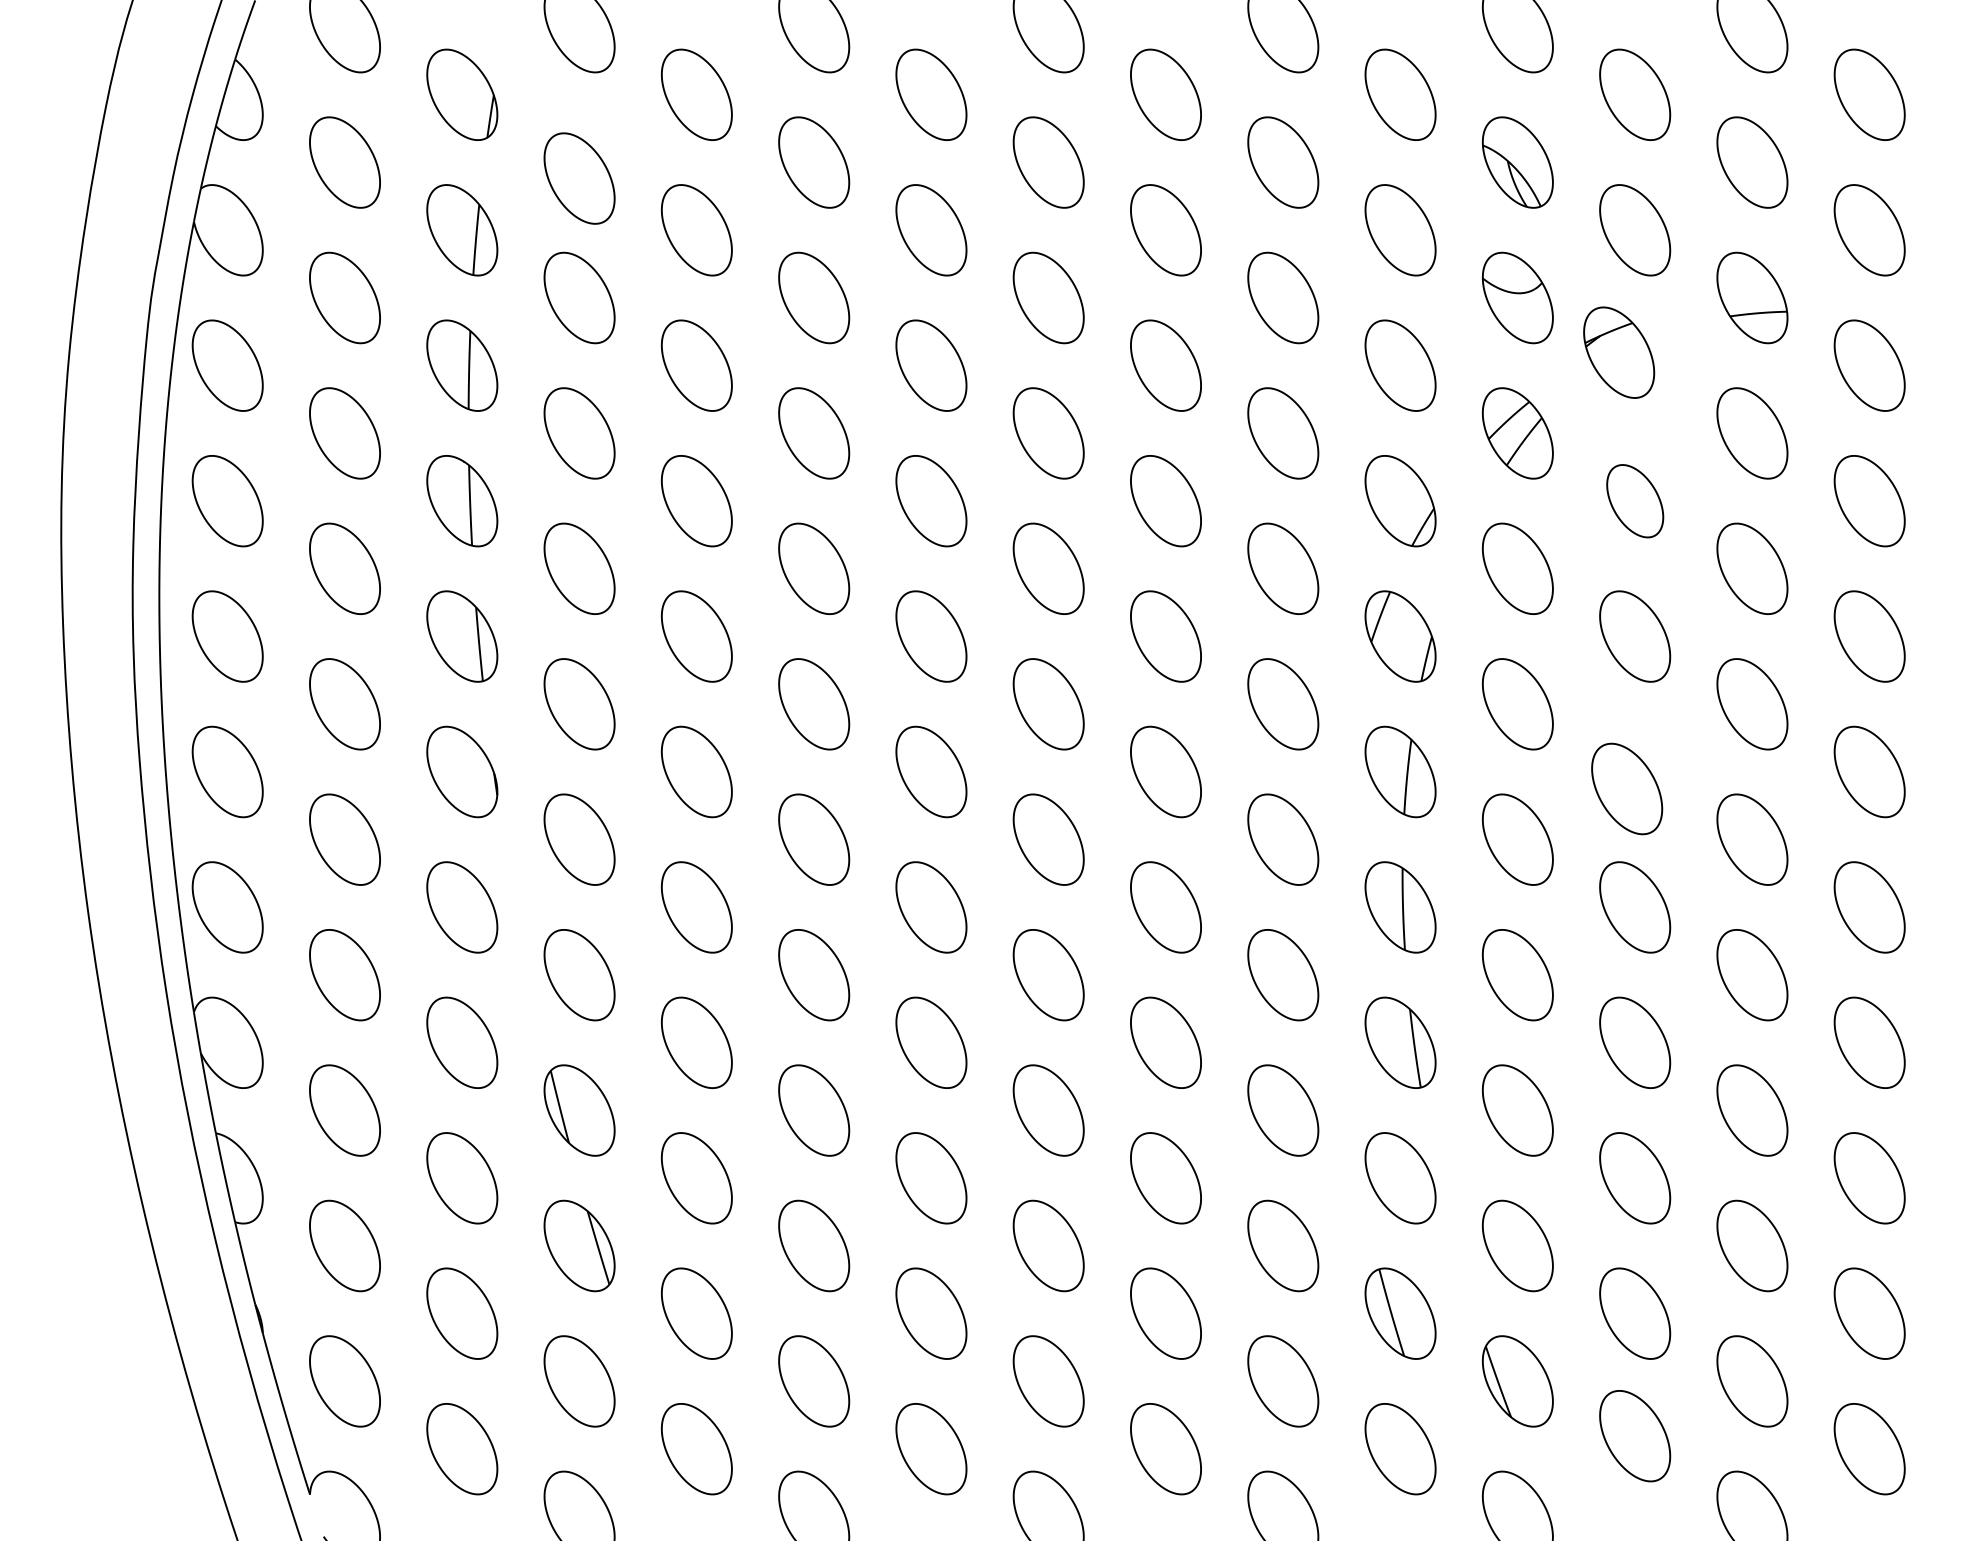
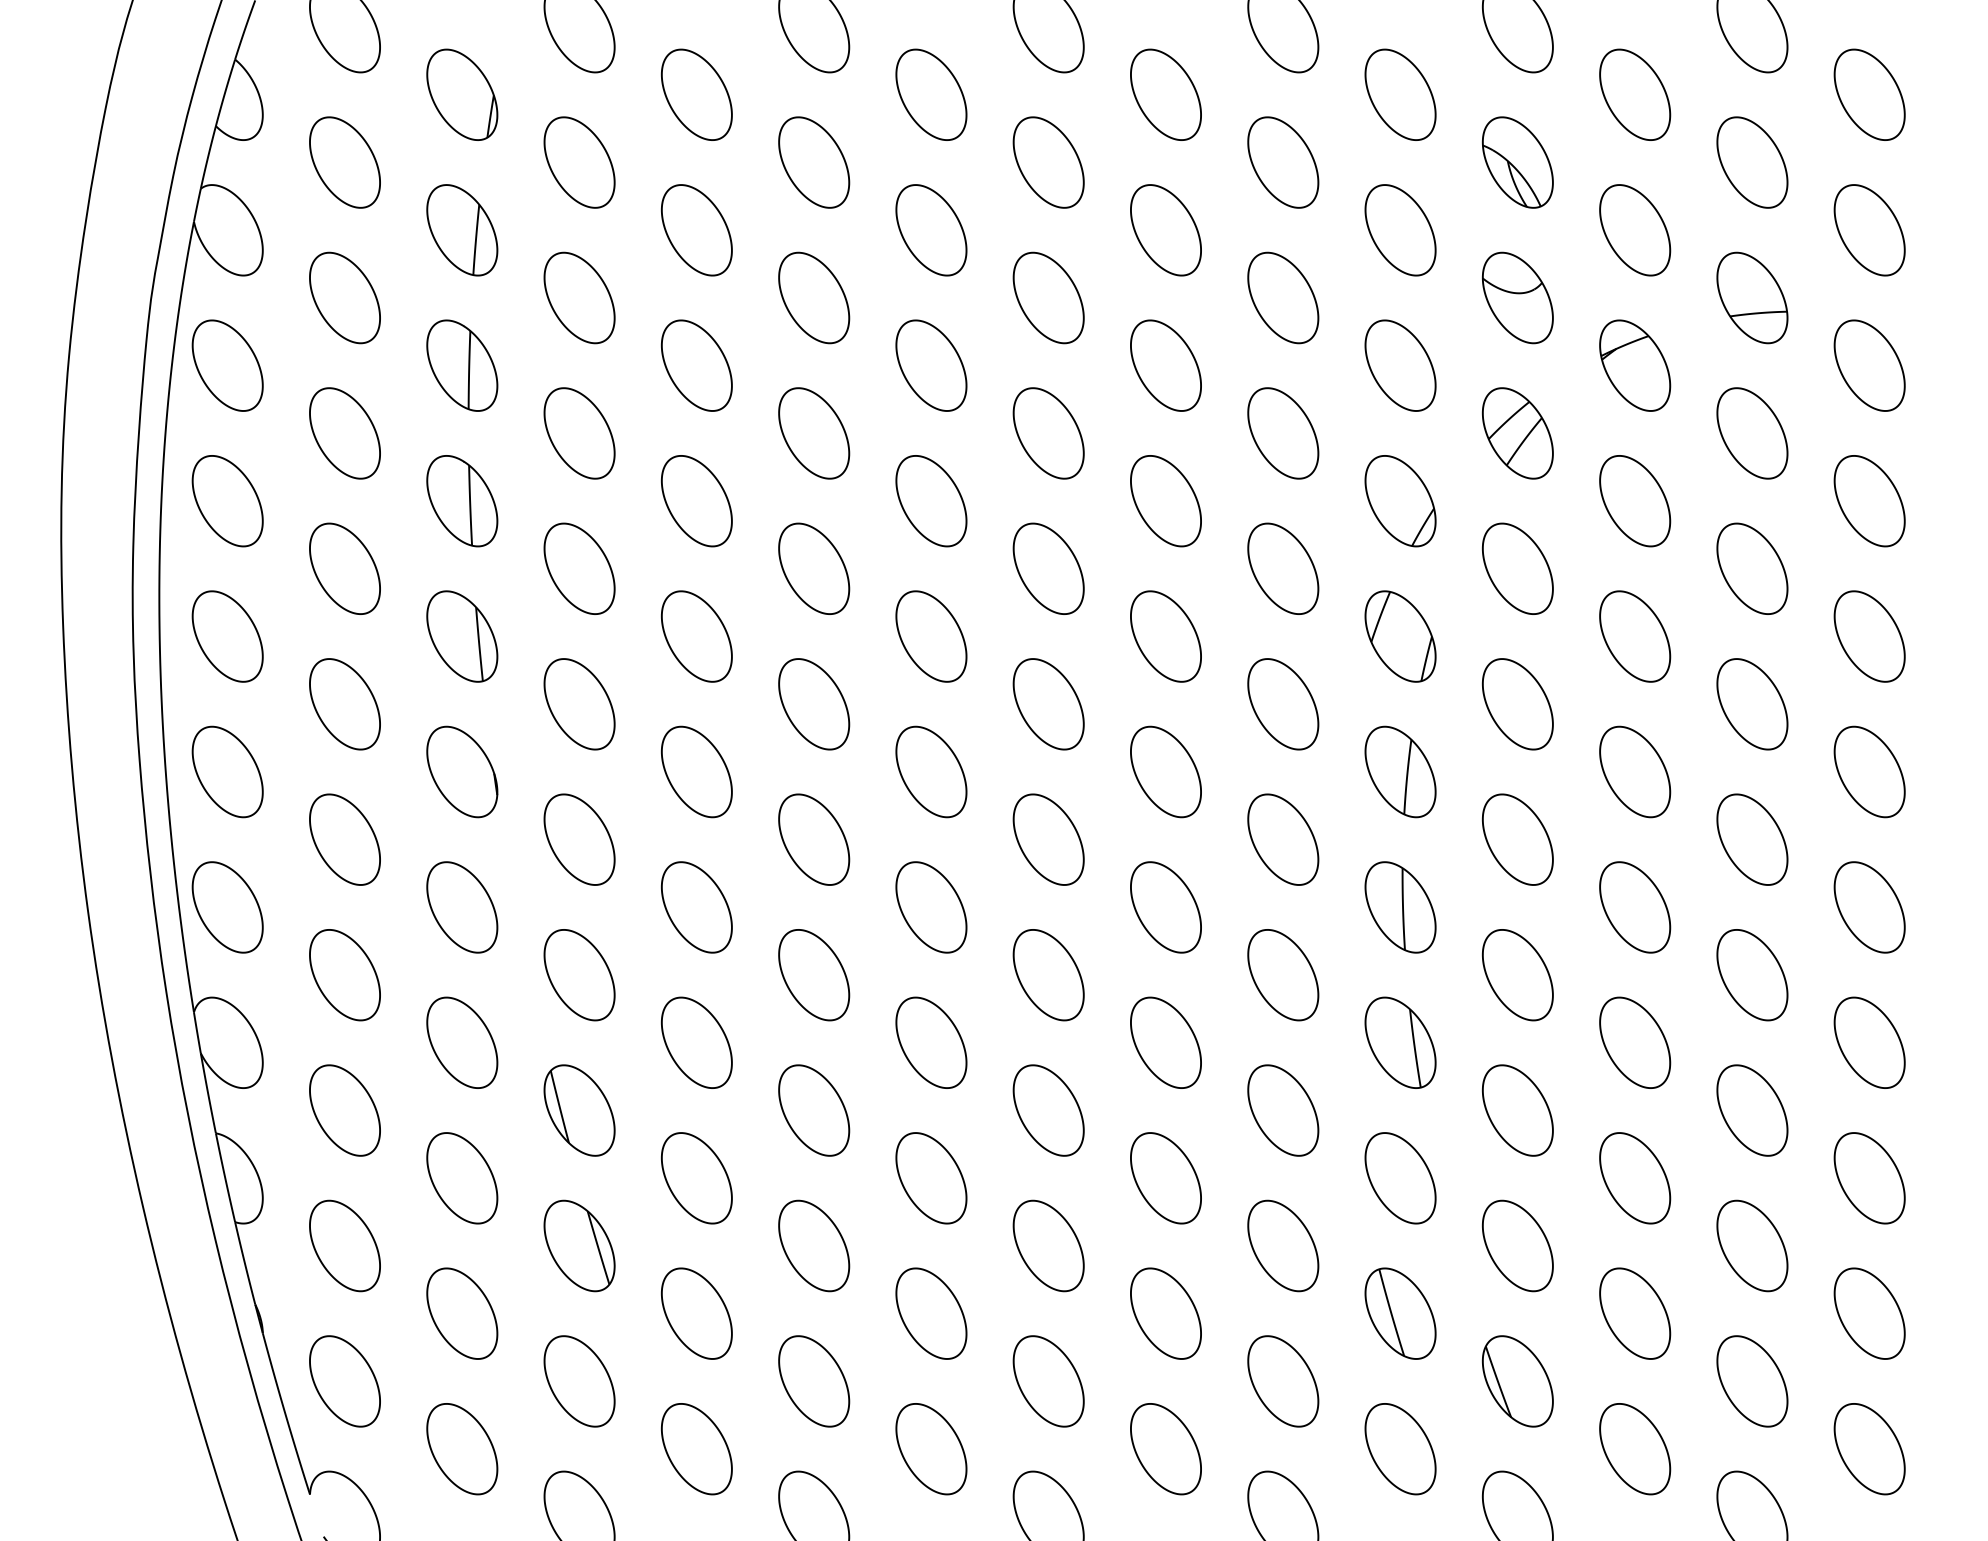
part at (579, 178) position: (579, 178) -> (579, 162)
part at (1619, 352) position: (1619, 352) -> (1635, 365)
part at (1635, 501) size: 59x75 px -> 73x93 px
part at (1627, 788) position: (1627, 788) -> (1635, 771)
part at (1635, 1436) position: (1635, 1436) -> (1635, 1449)
